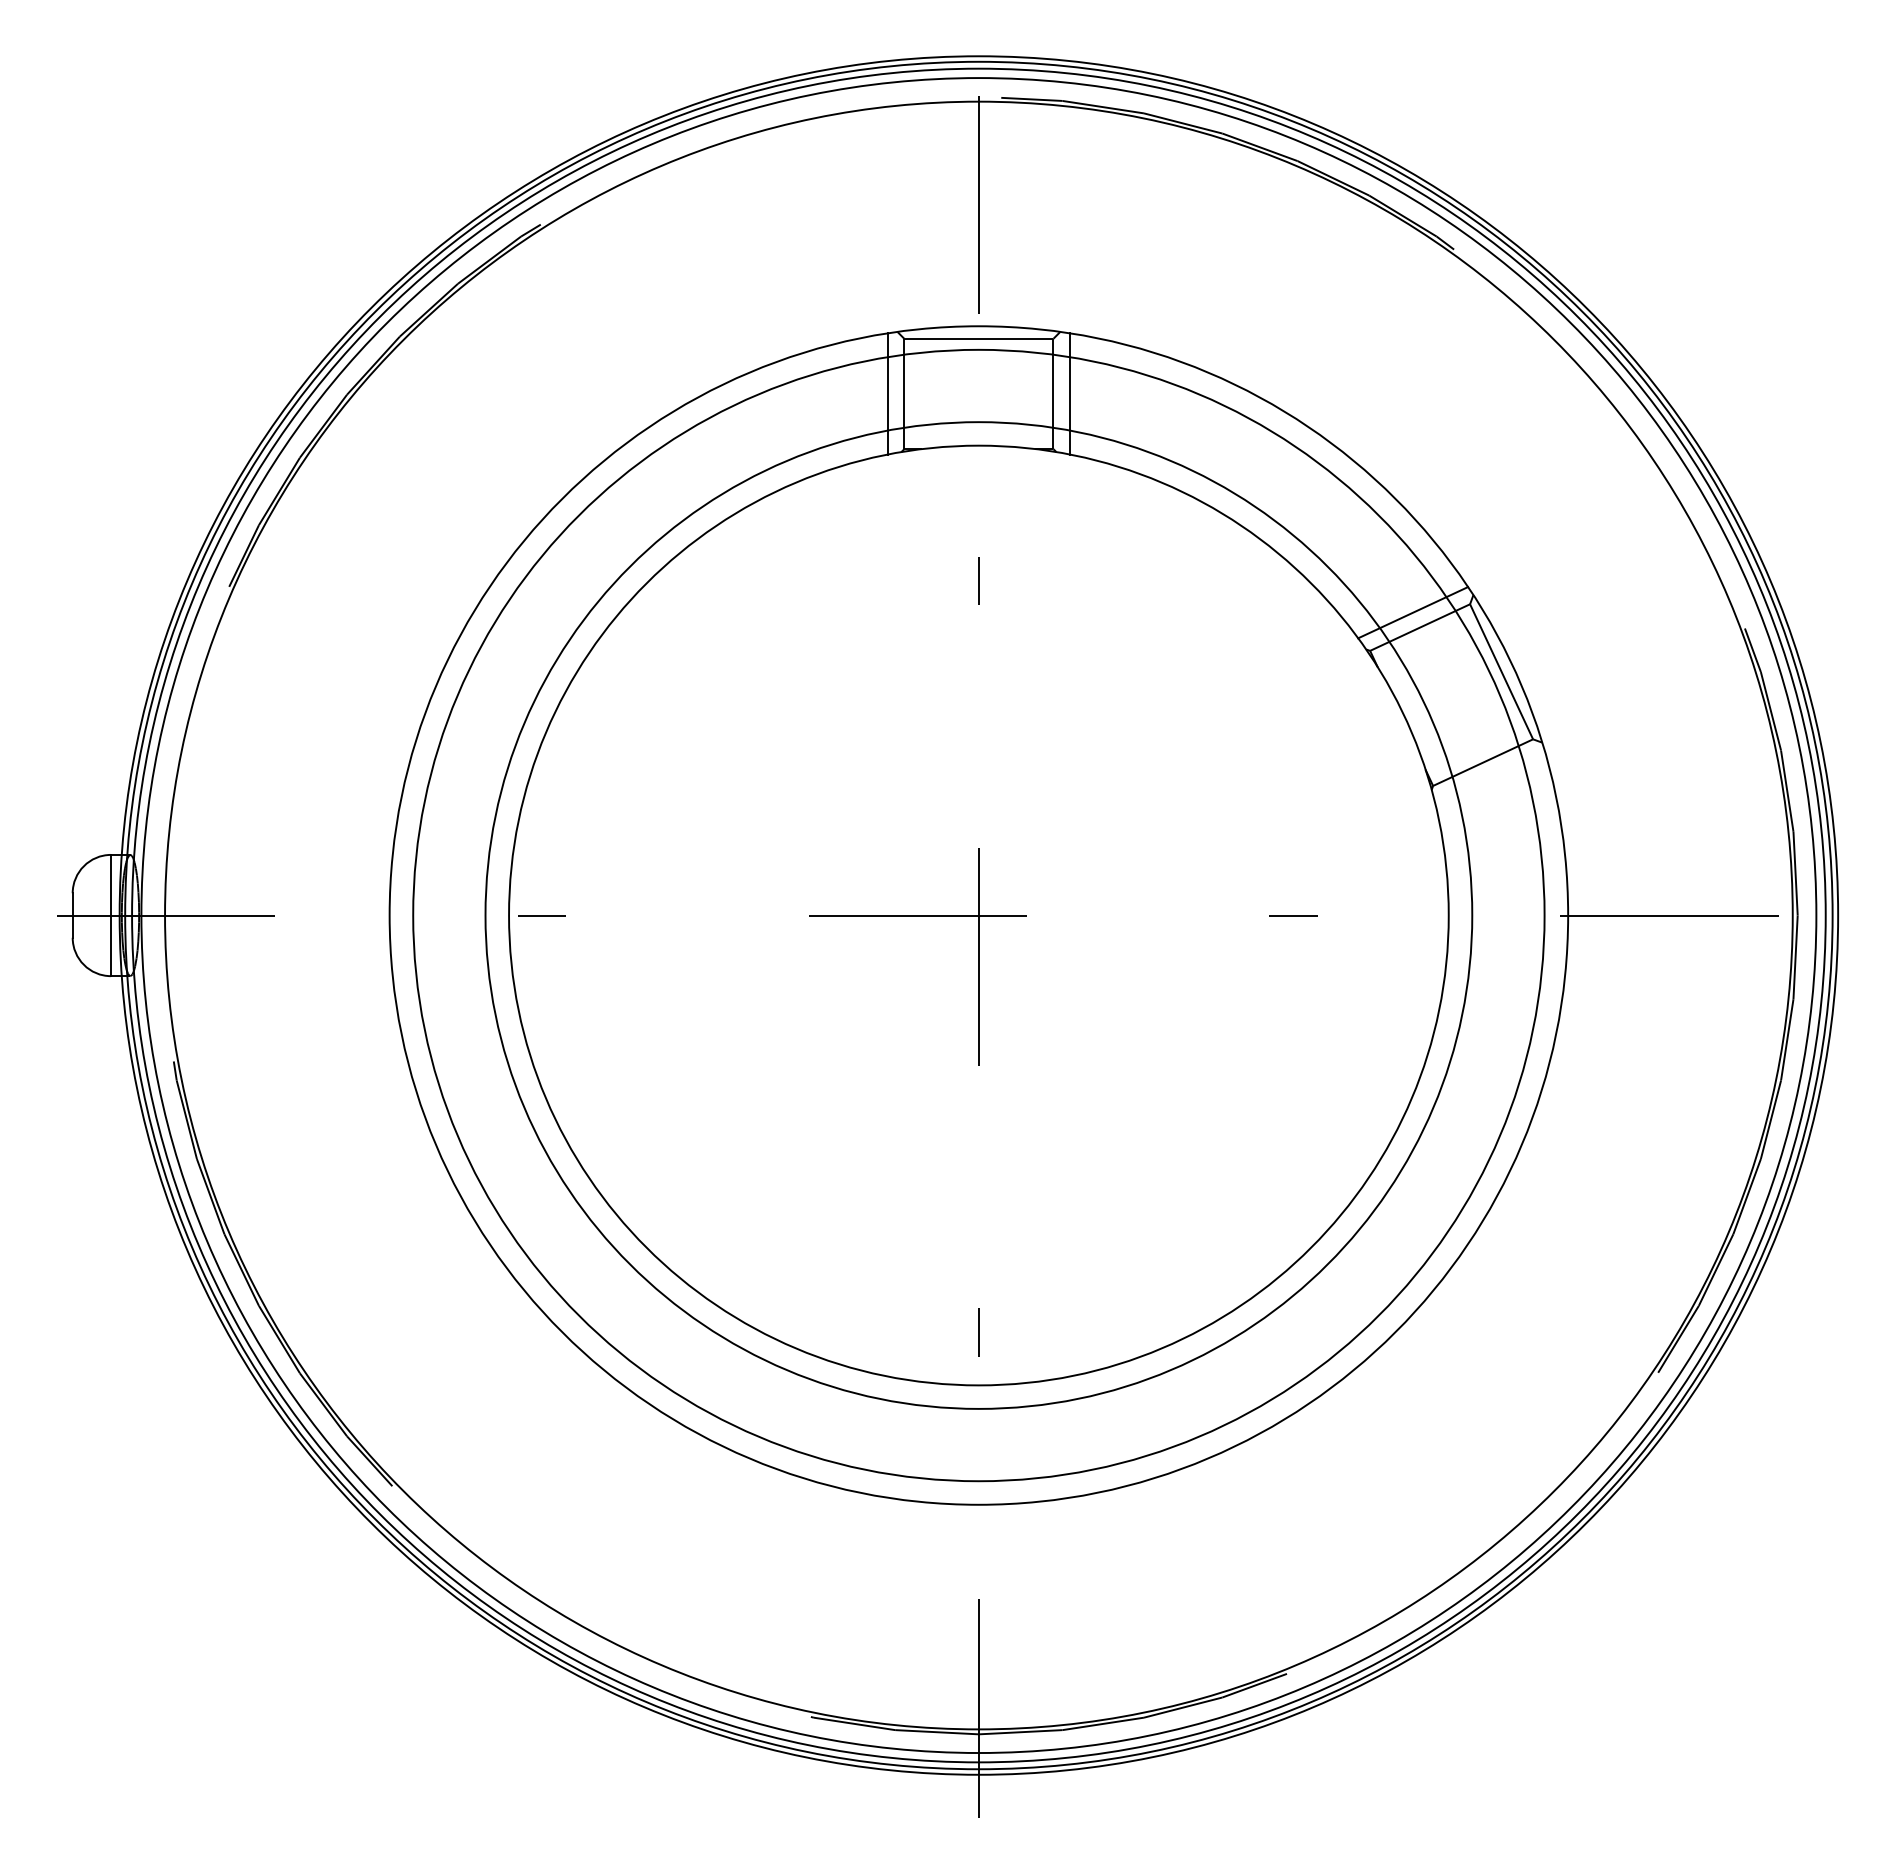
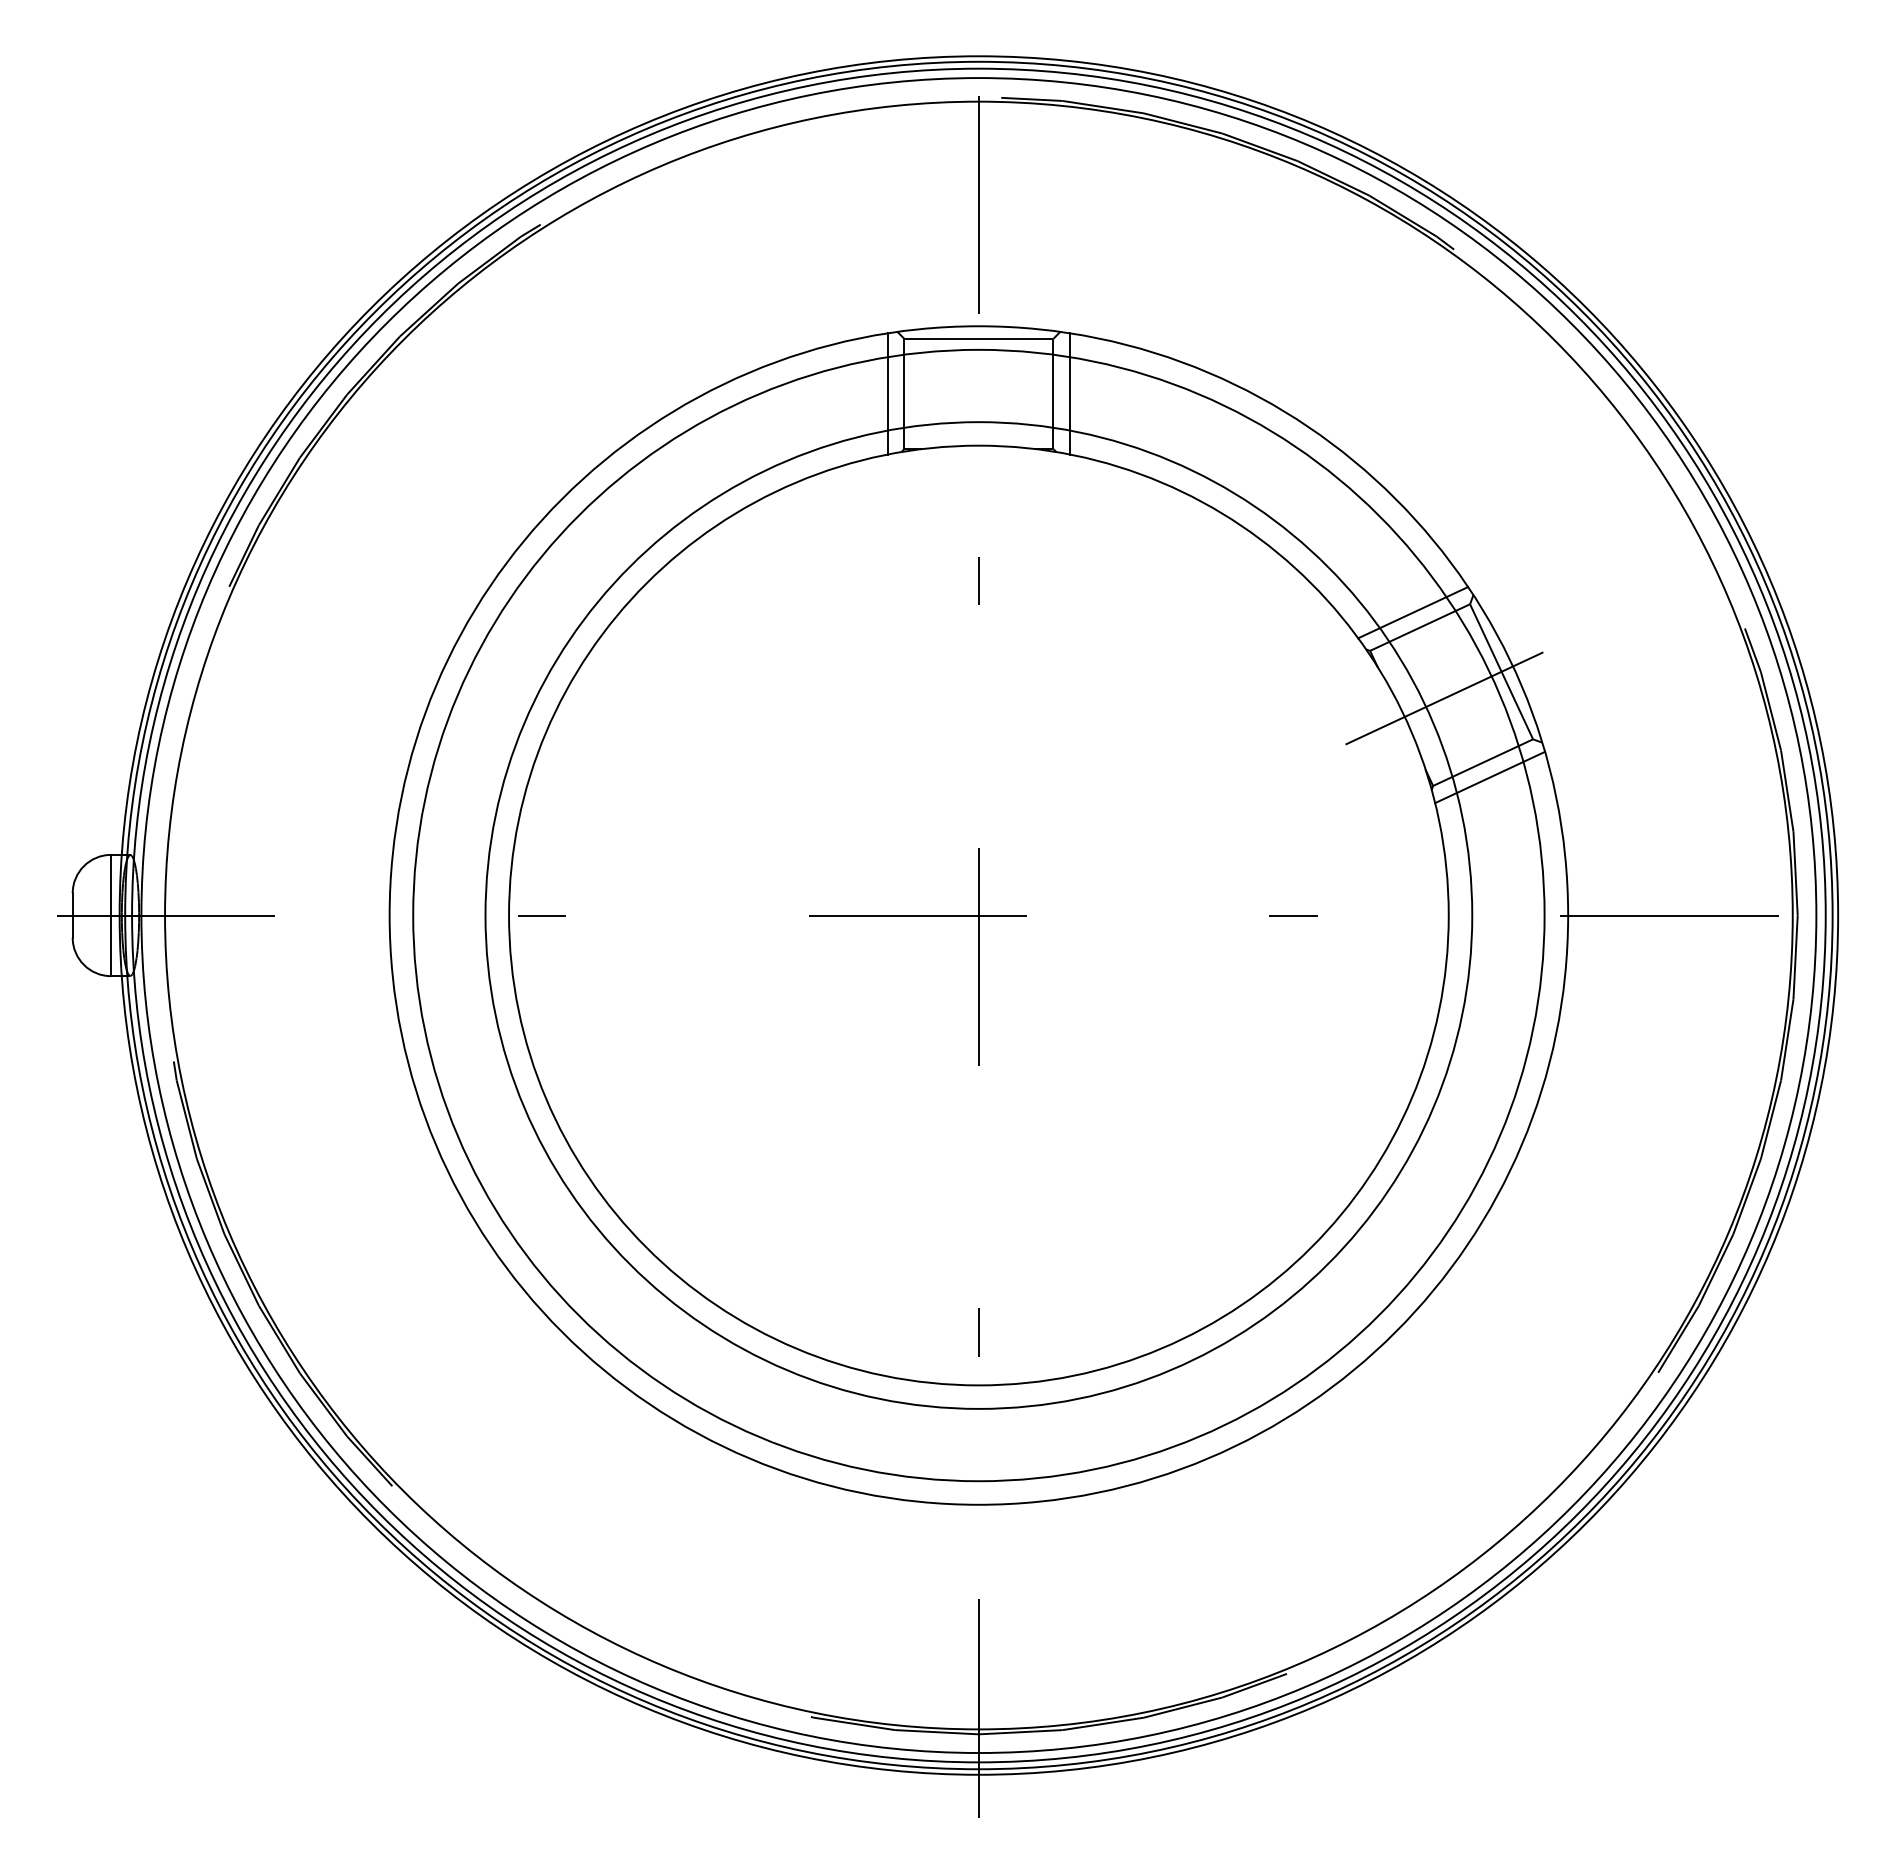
line at (1451, 694): none -> present
line at (1489, 777): none -> present
